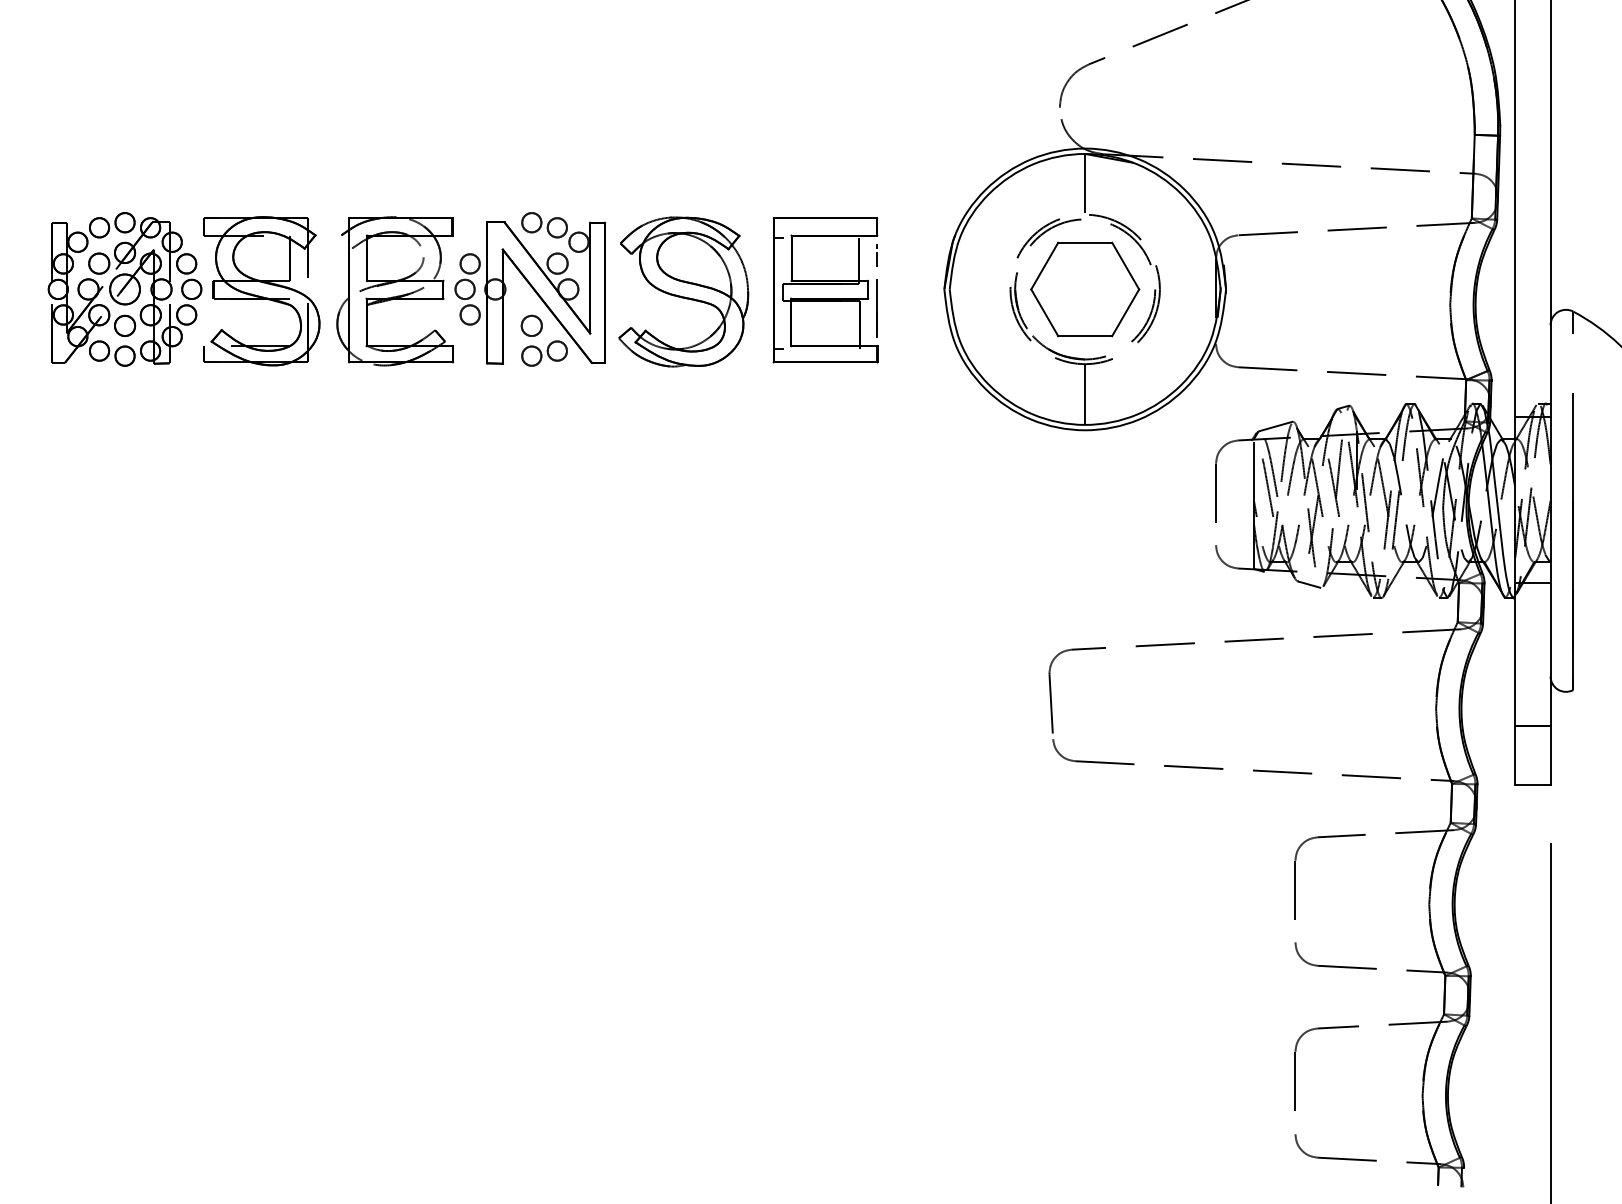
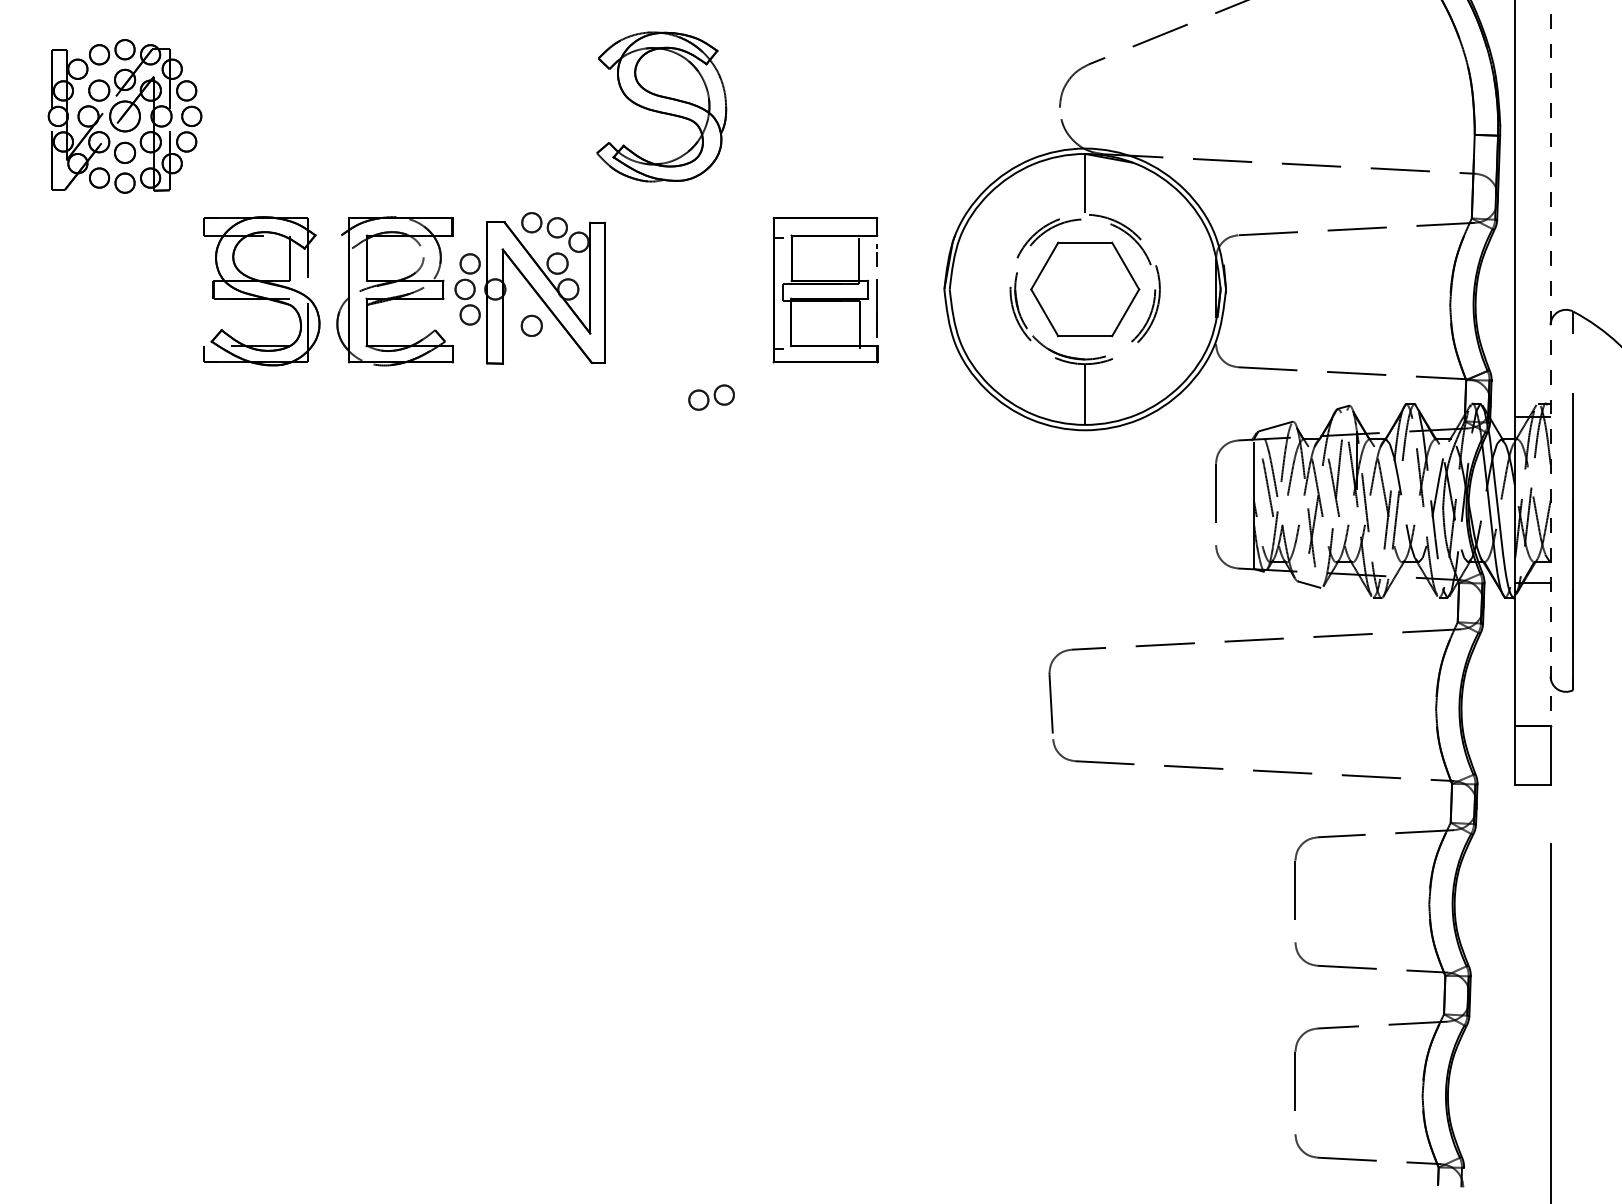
part at (124, 289) position: (124, 289) -> (124, 116)
part at (683, 291) position: (683, 291) -> (661, 106)
part at (544, 353) position: (544, 353) -> (711, 397)
line at (1550, 363): solid -> dashed
